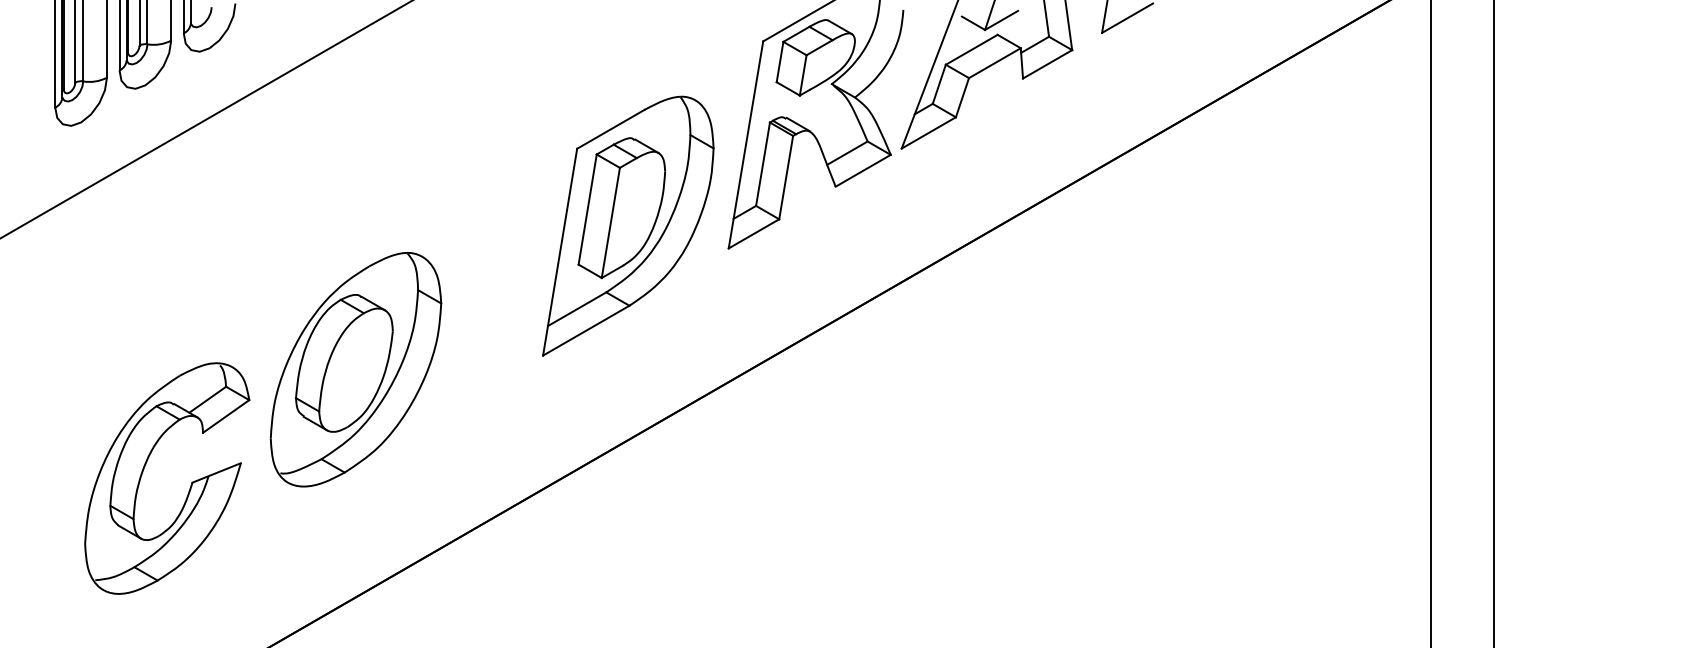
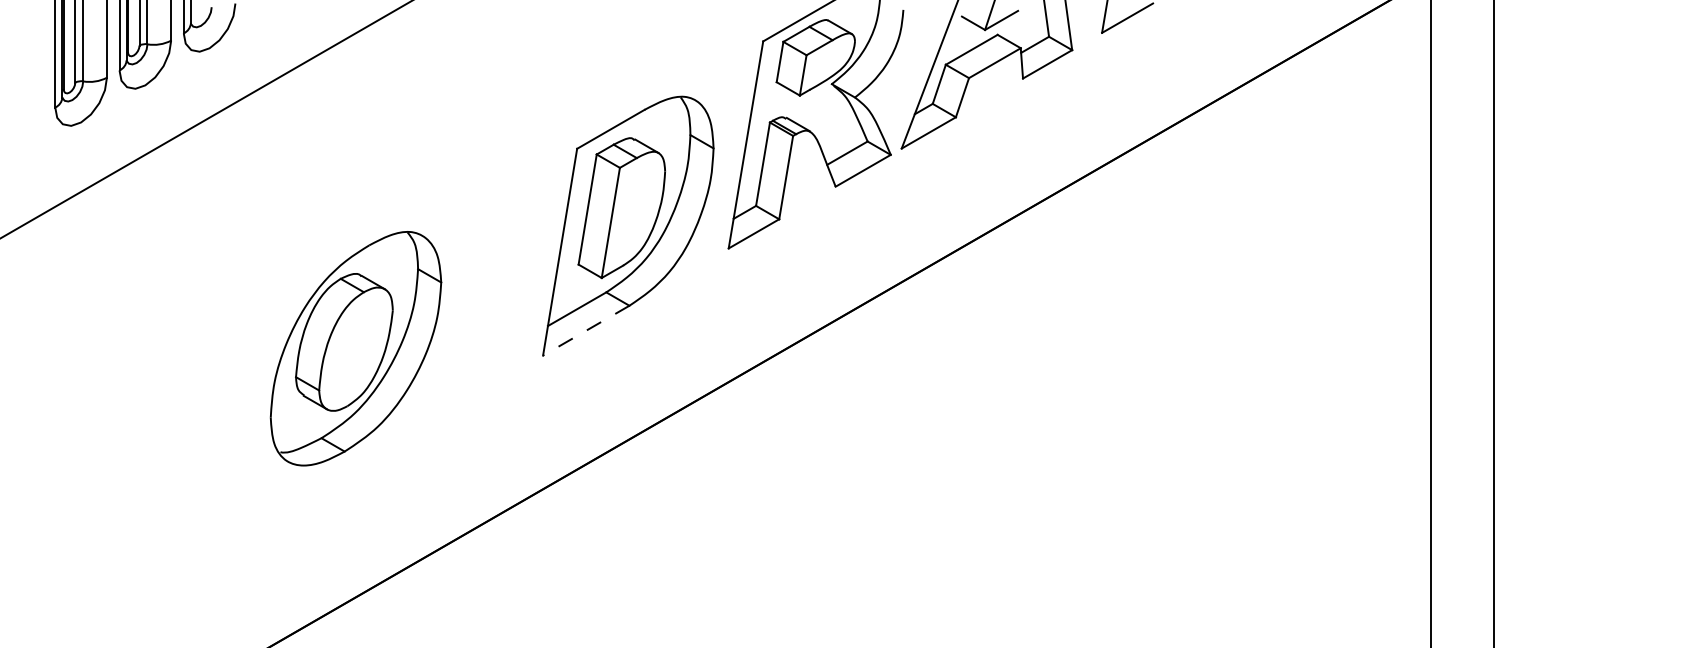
line at (586, 330): solid -> dashed
part at (355, 369) position: (355, 369) -> (355, 348)
part at (190, 485): present -> none
